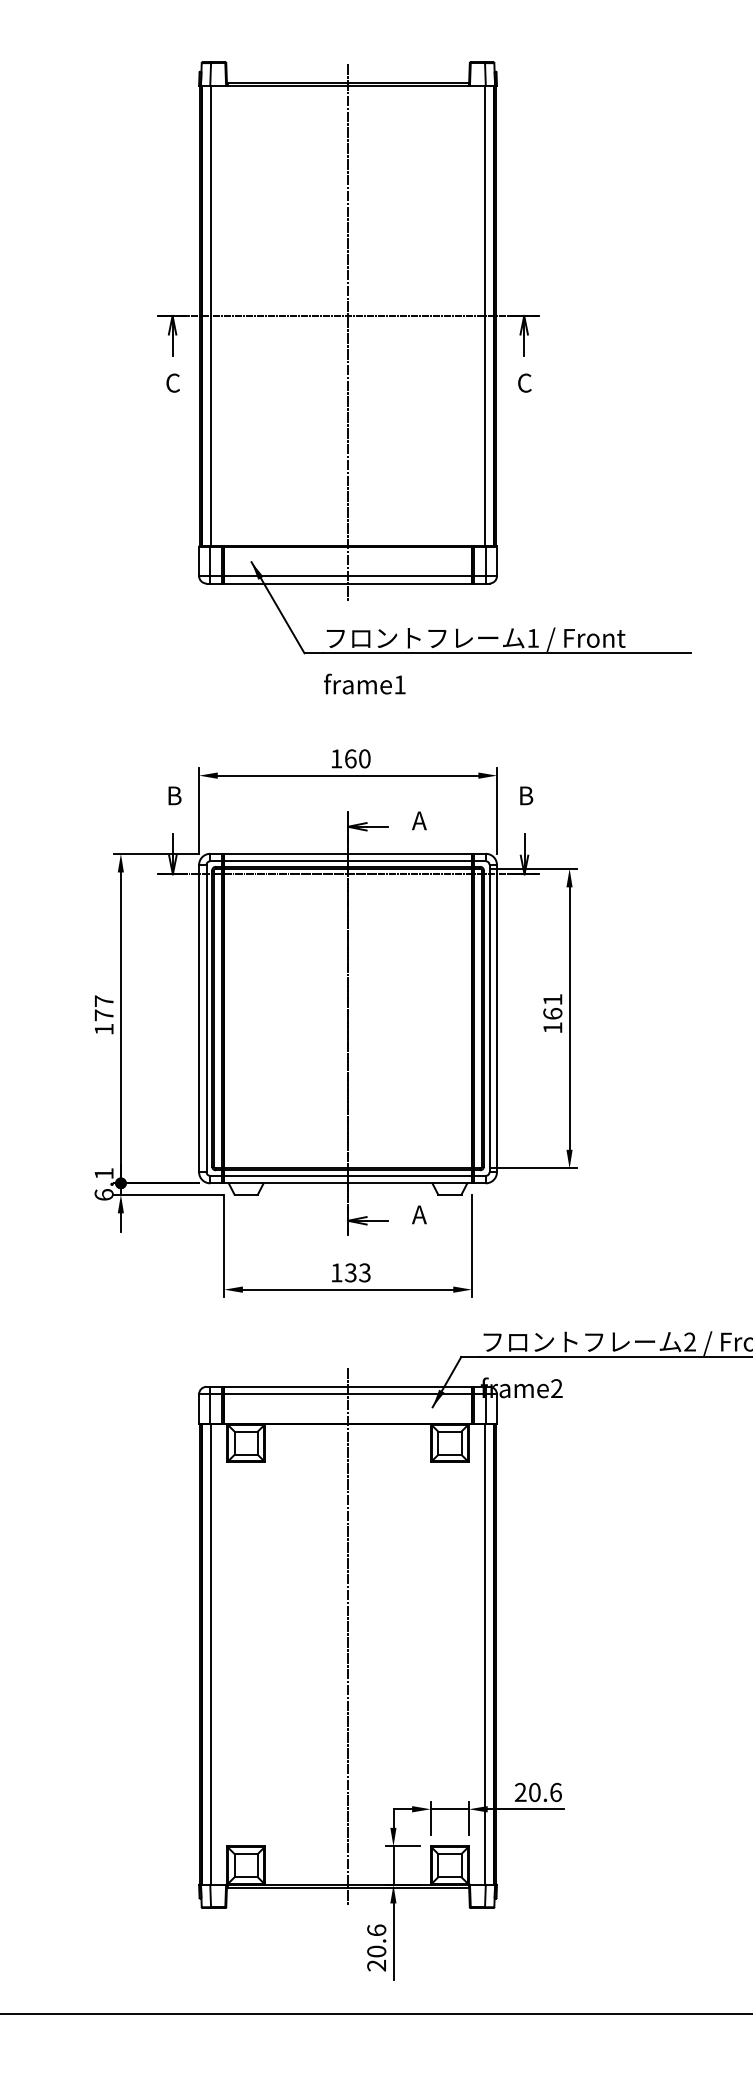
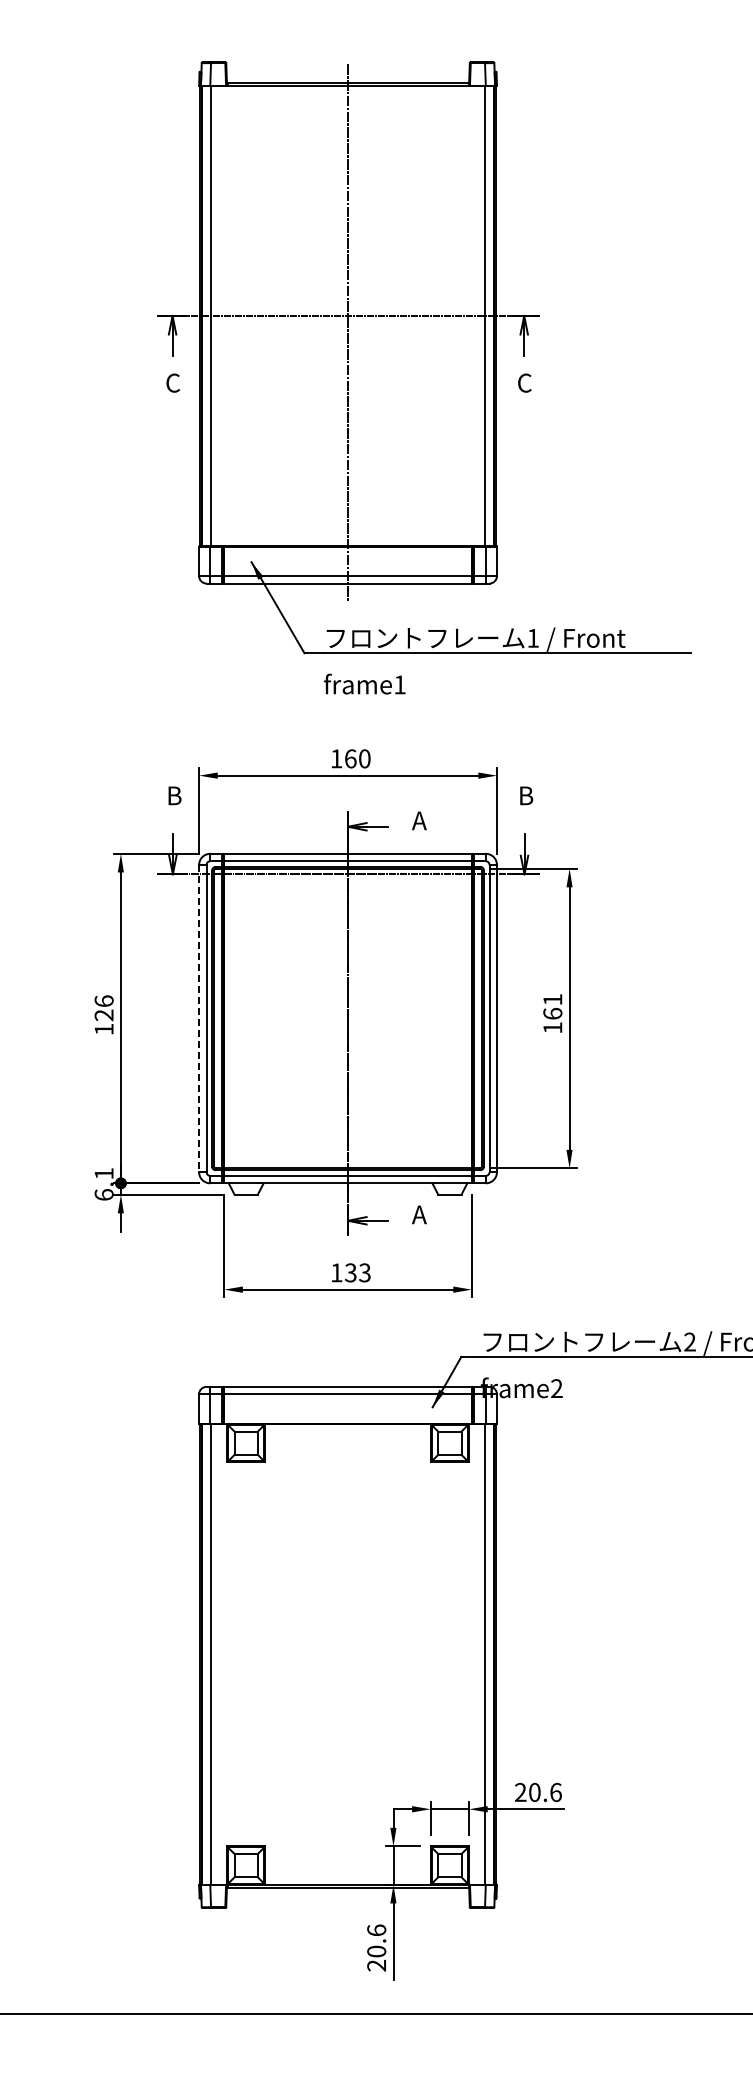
text at (103, 1008): 177 -> 126
line at (199, 1018): solid -> dashed
line at (348, 1637): present -> none
